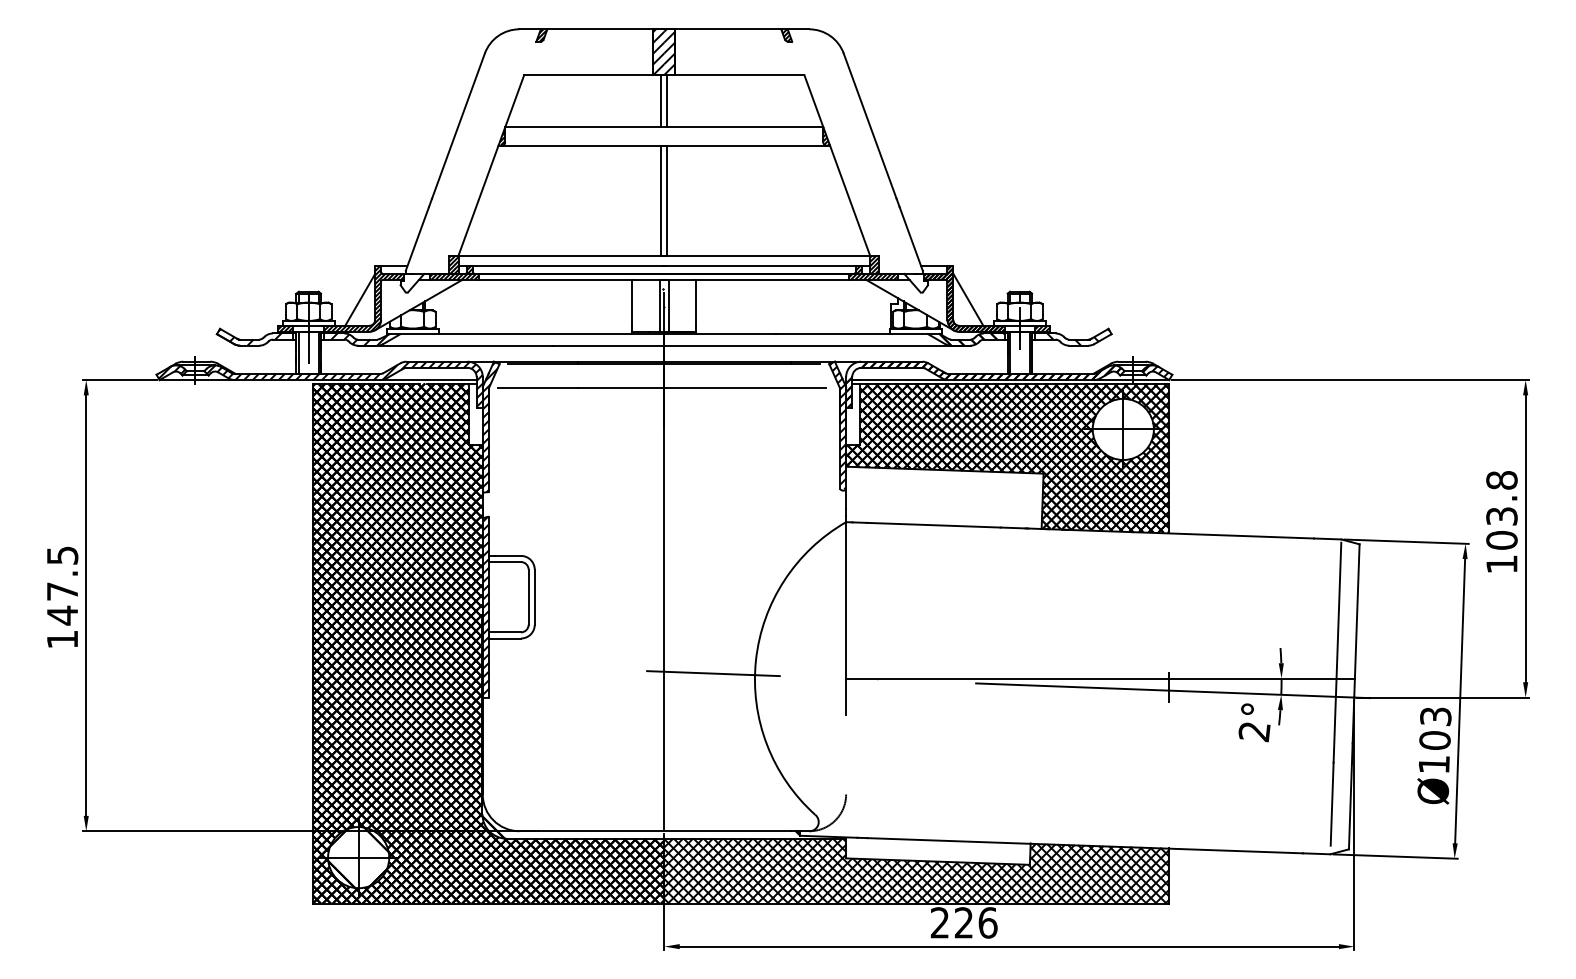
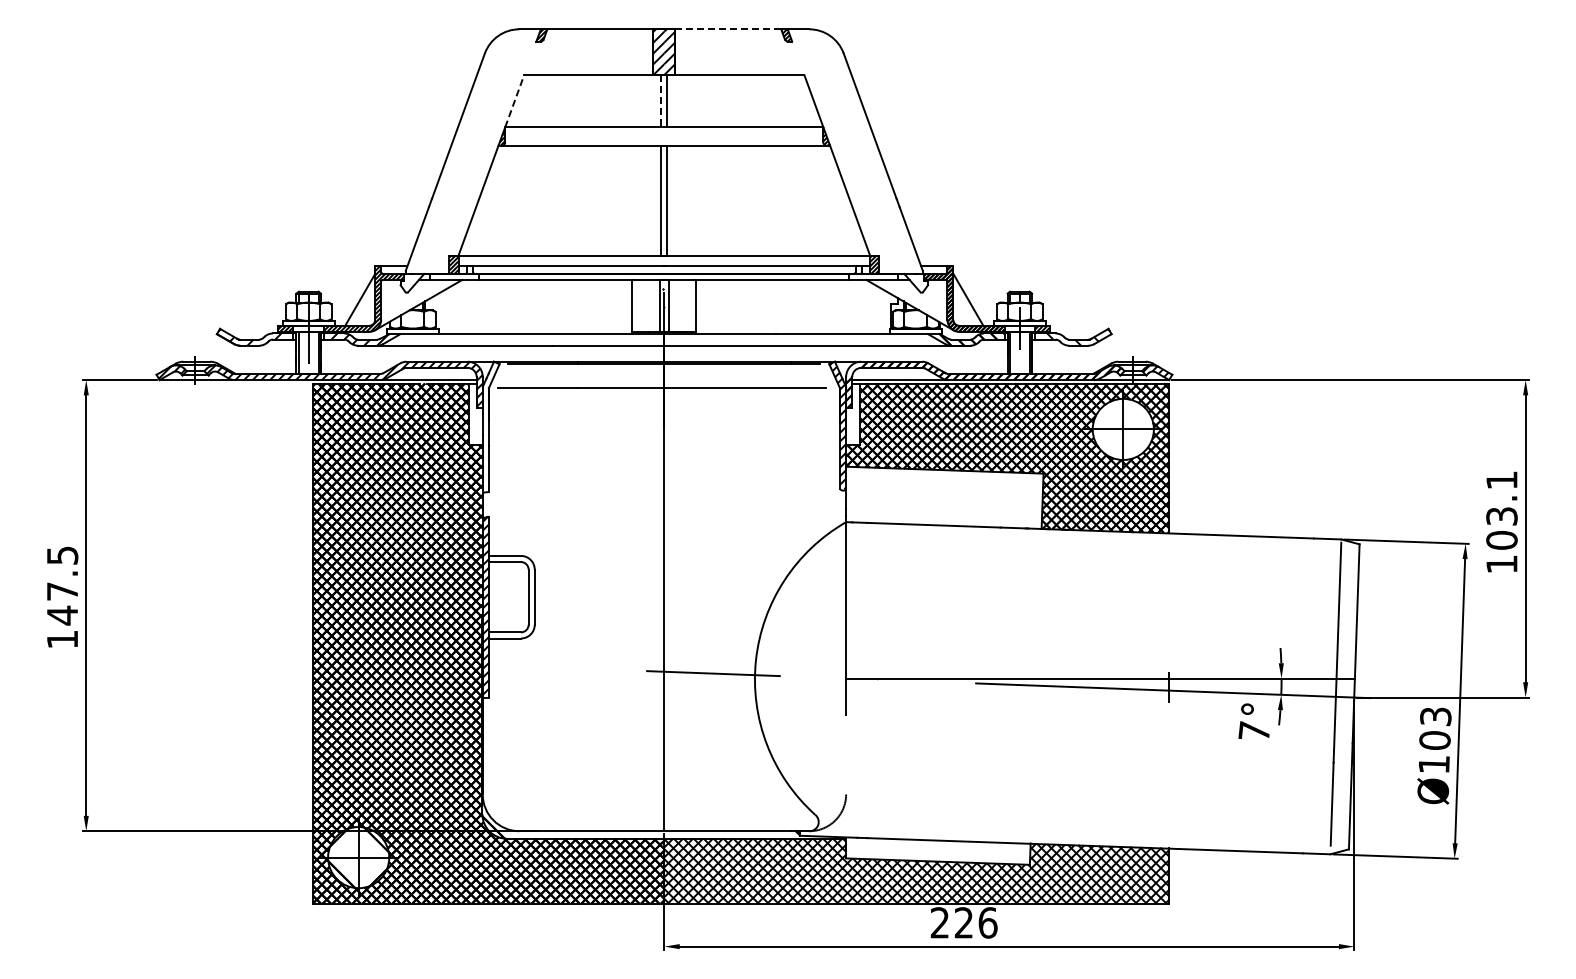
line at (728, 29): solid -> dashed
line at (514, 101): solid -> dashed
line at (661, 101): solid -> dashed
hatch at (454, 272): present -> none
hatch at (873, 272): present -> none
hatch at (489, 427): present -> none
text at (1501, 480): 103.8 -> 103.1
text at (1254, 731): 2° -> 7°
